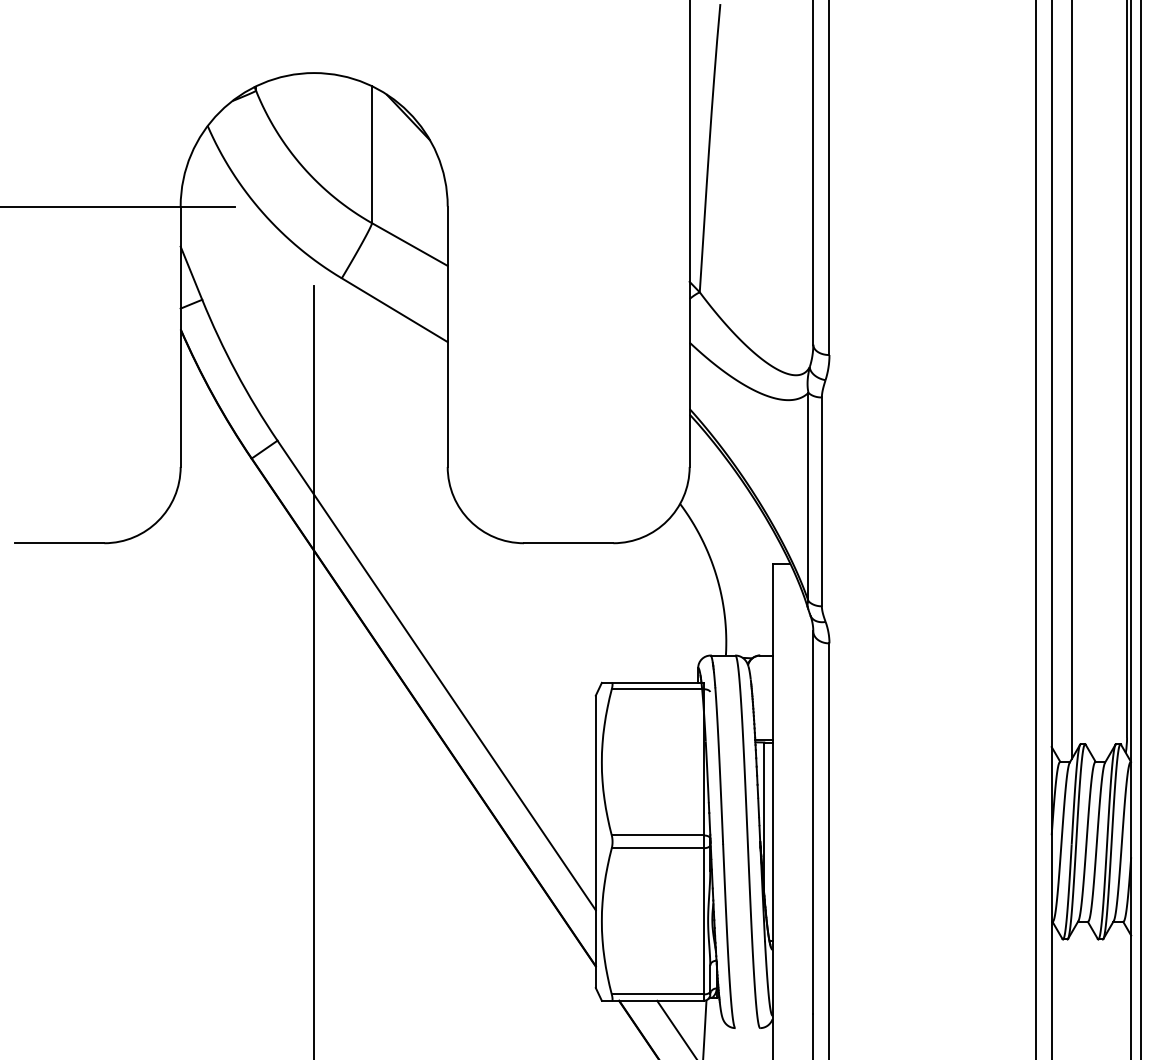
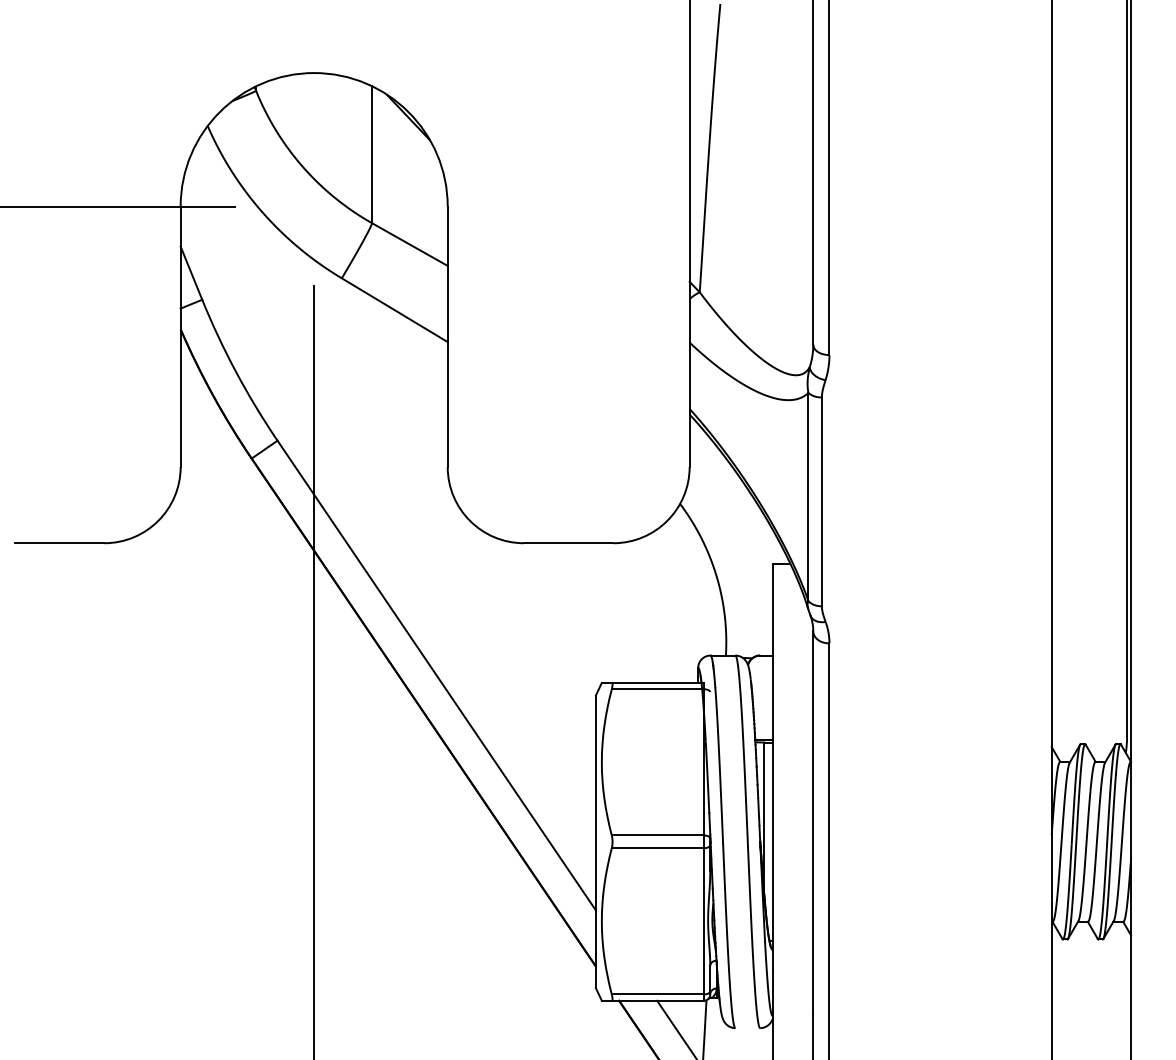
line at (1071, 380): present -> none
line at (1036, 529): present -> none
line at (1140, 529): present -> none
